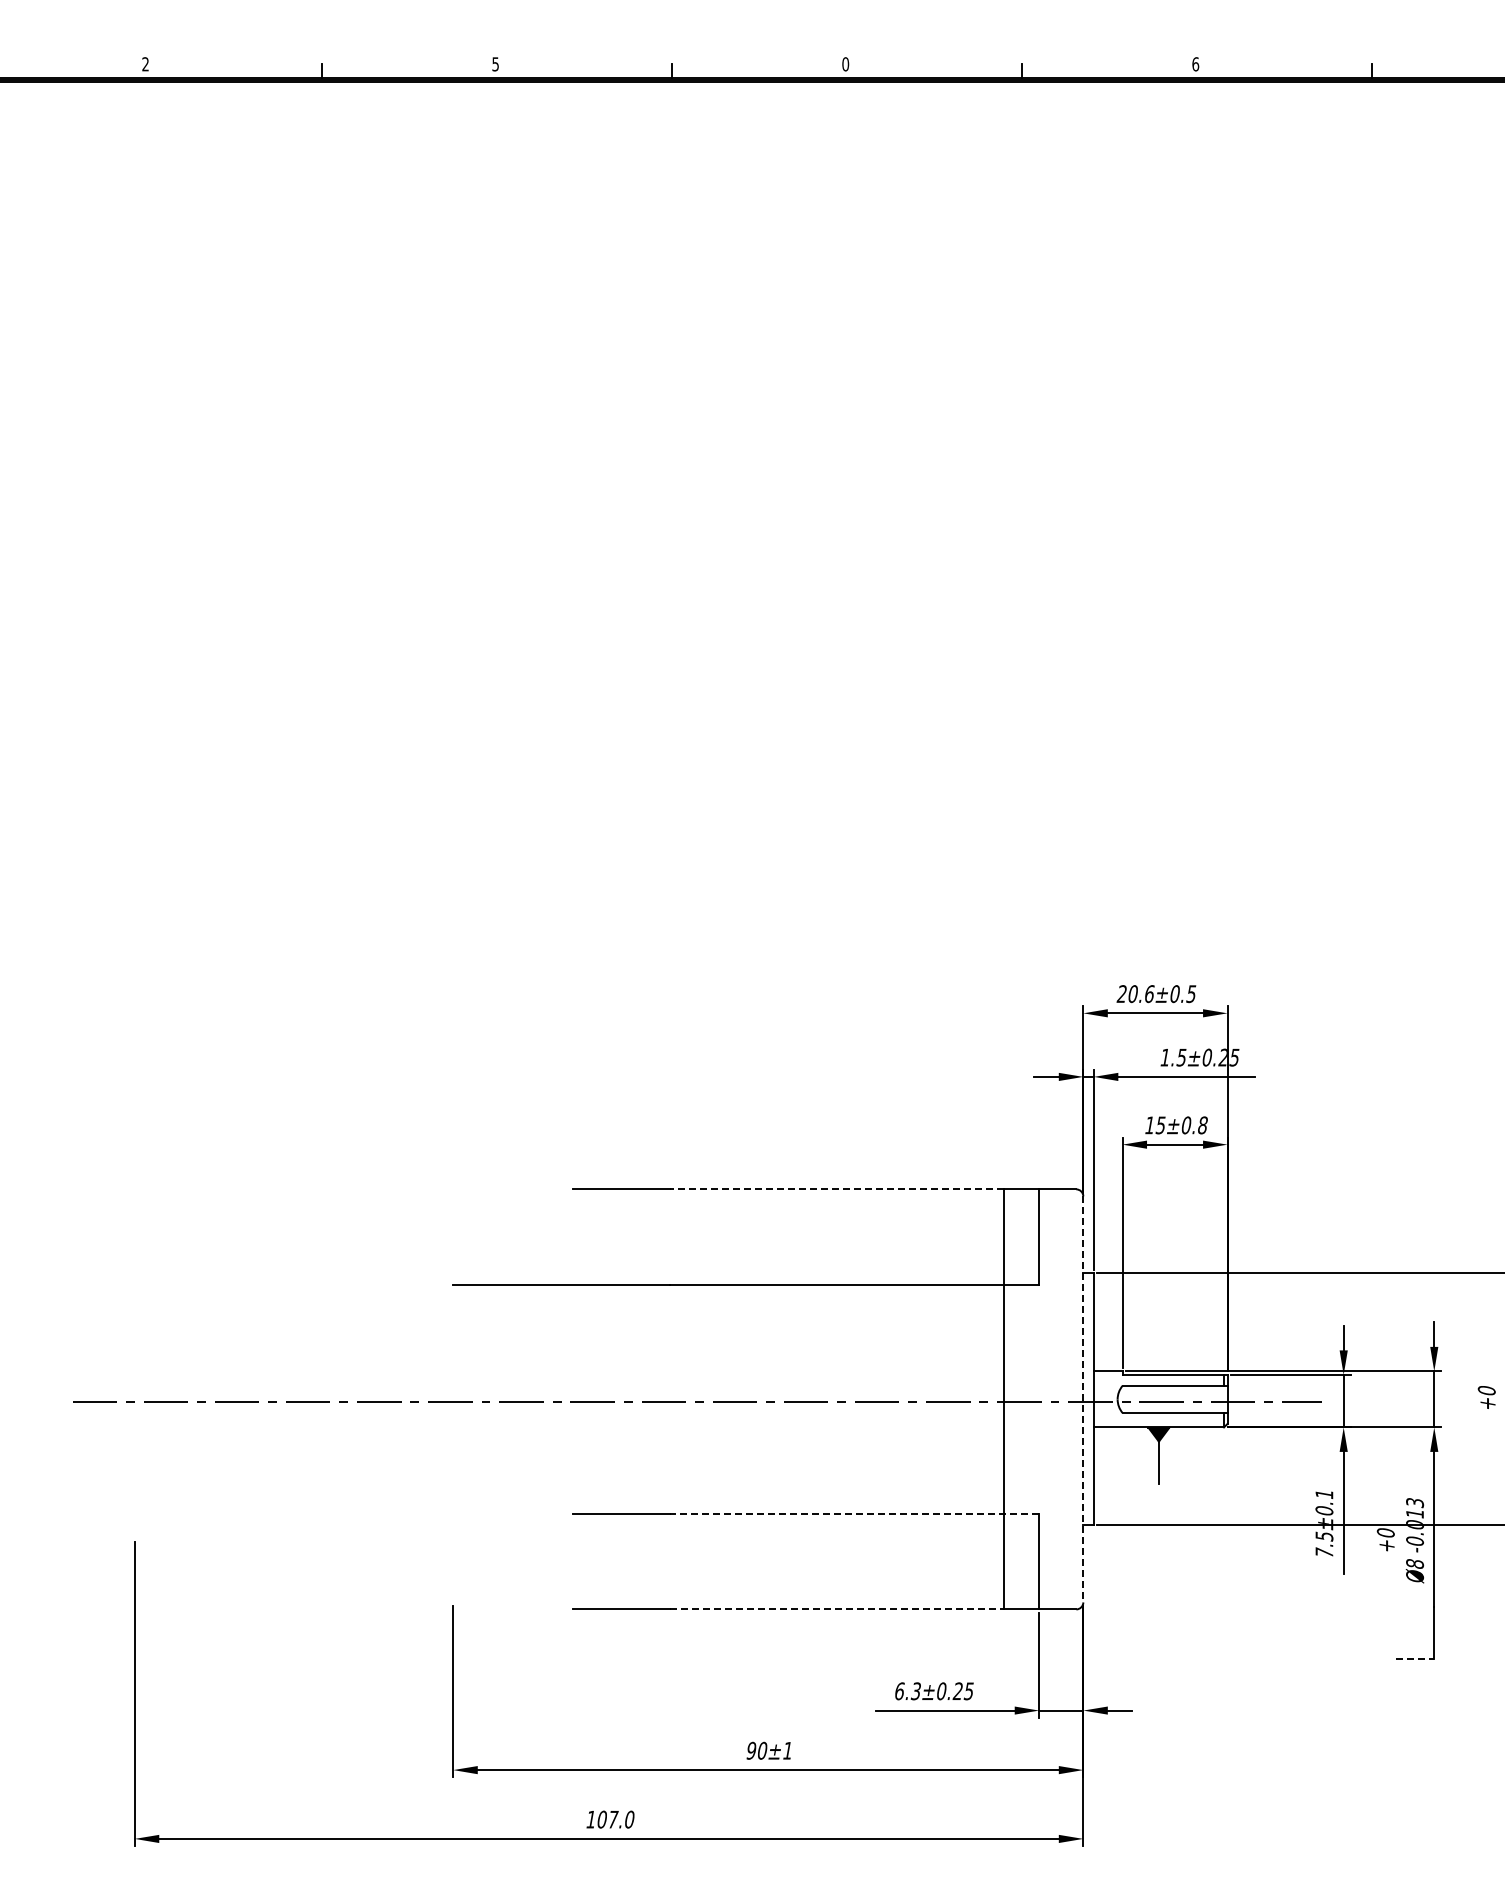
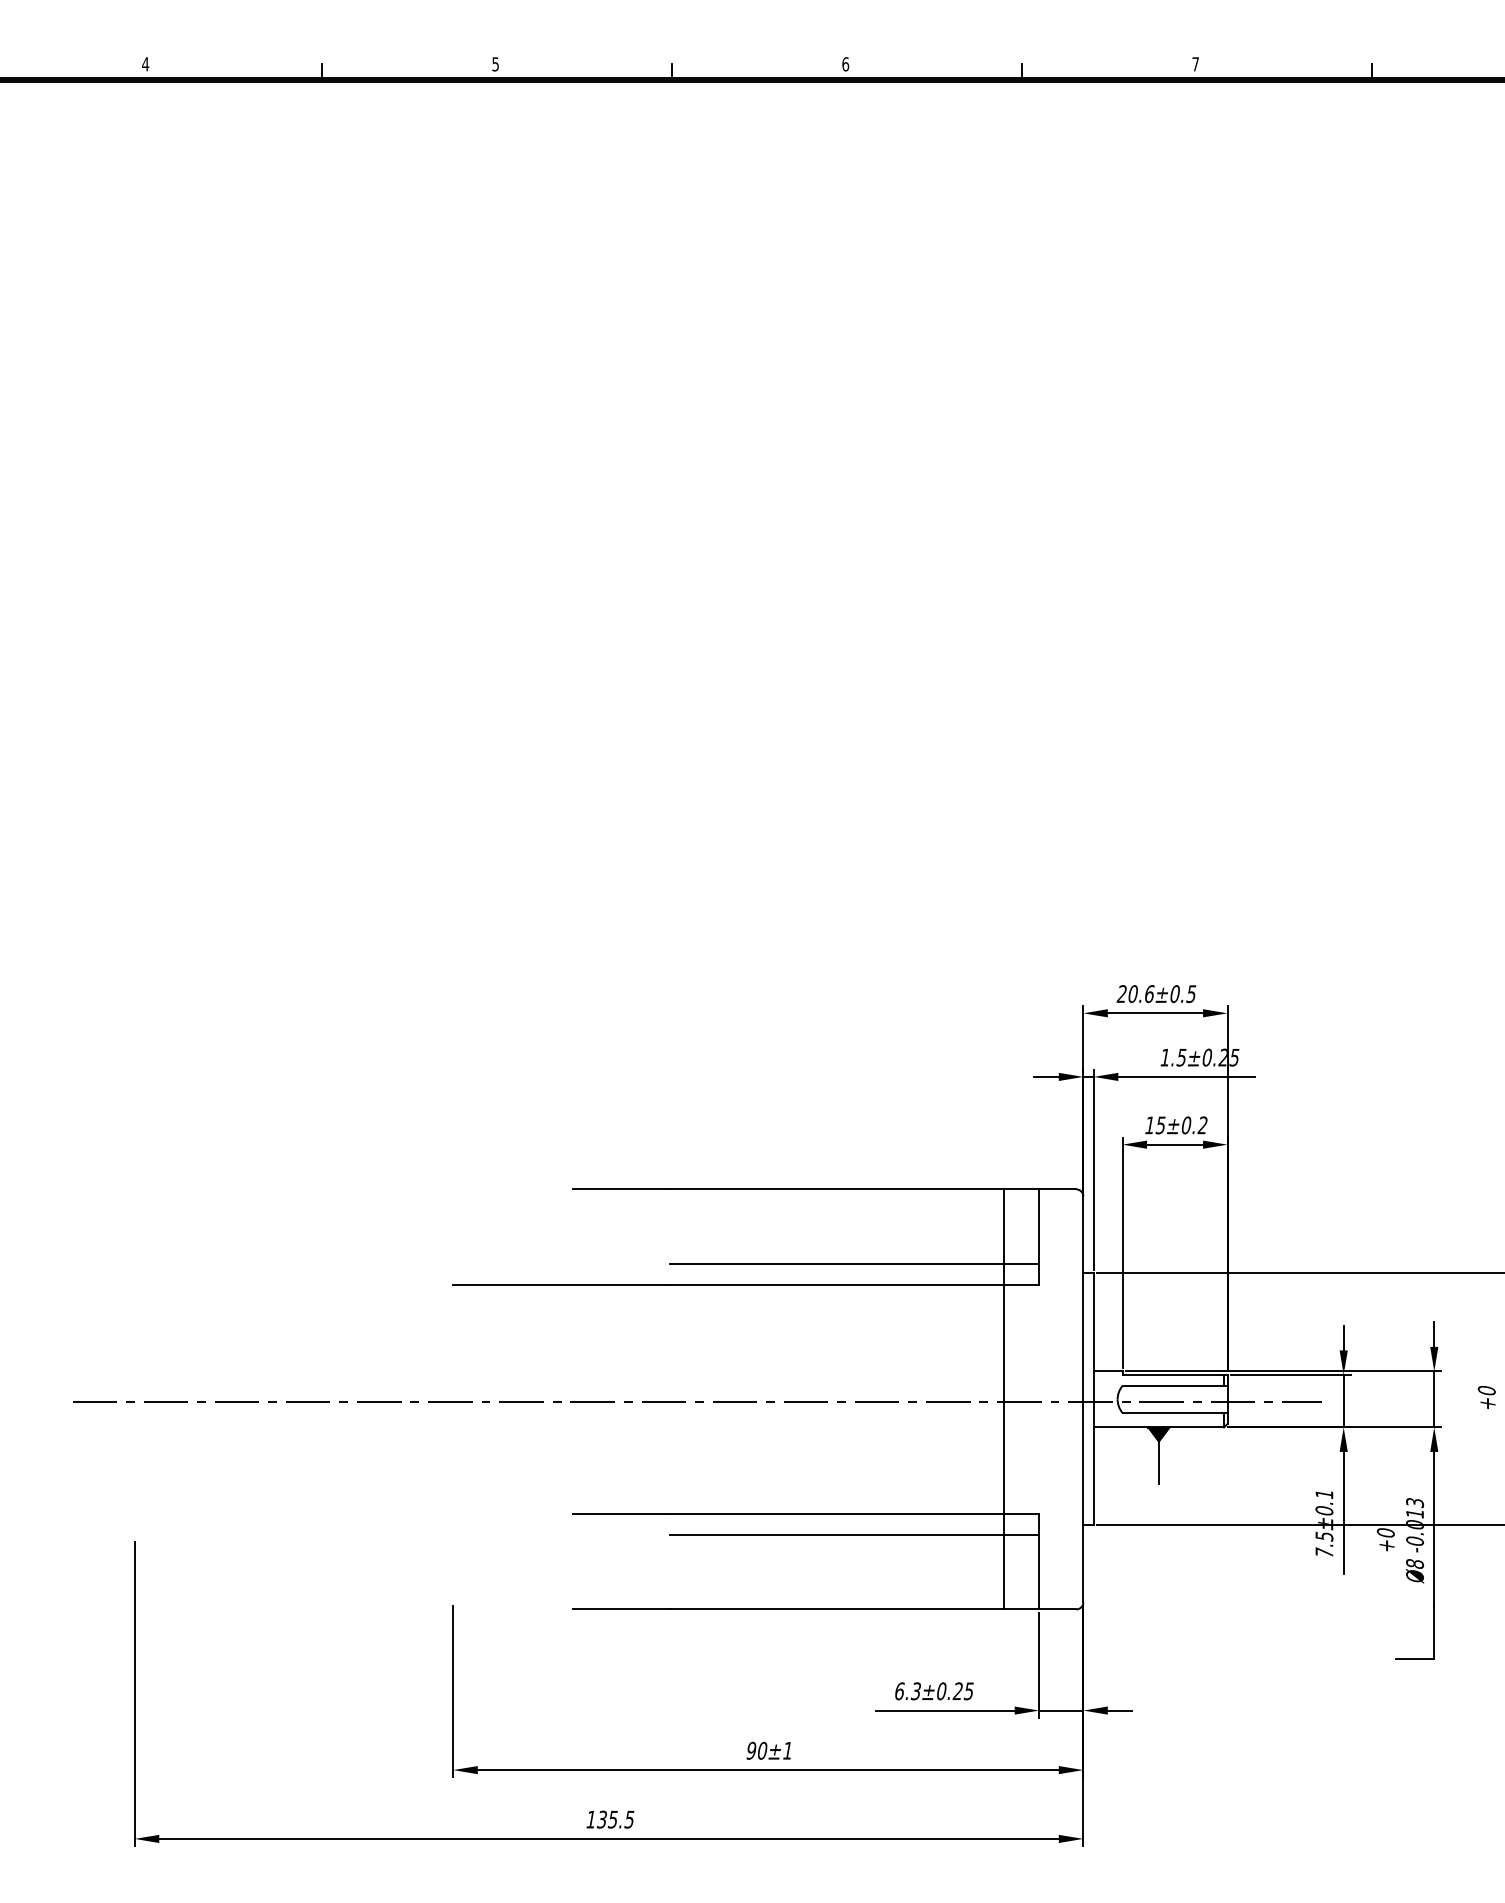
text at (845, 63): 0 -> 6
text at (145, 64): 2 -> 4
text at (1195, 64): 6 -> 7
text at (1202, 1125): 15±0.8 -> 15±0.2
line at (836, 1189): dashed -> solid
line at (854, 1264): none -> present
line at (1083, 1399): dashed -> solid
line at (854, 1513): dashed -> solid
line at (854, 1534): none -> present
line at (837, 1609): dashed -> solid
line at (1415, 1658): dashed -> solid
text at (615, 1819): 107.0 -> 135.5
